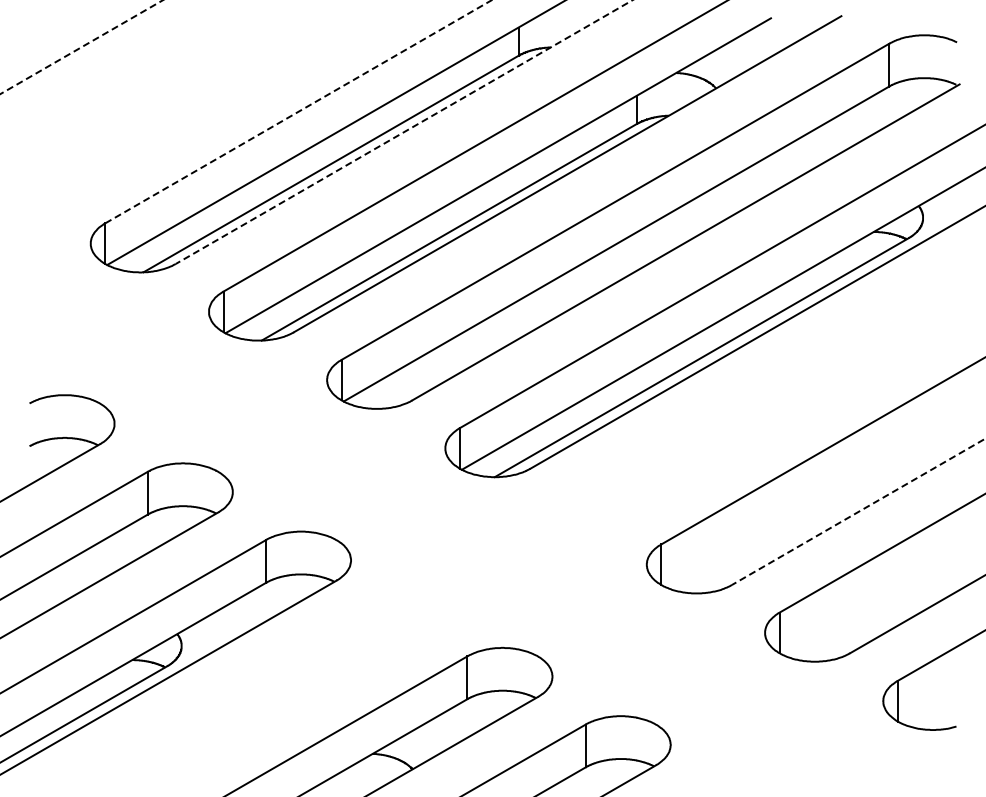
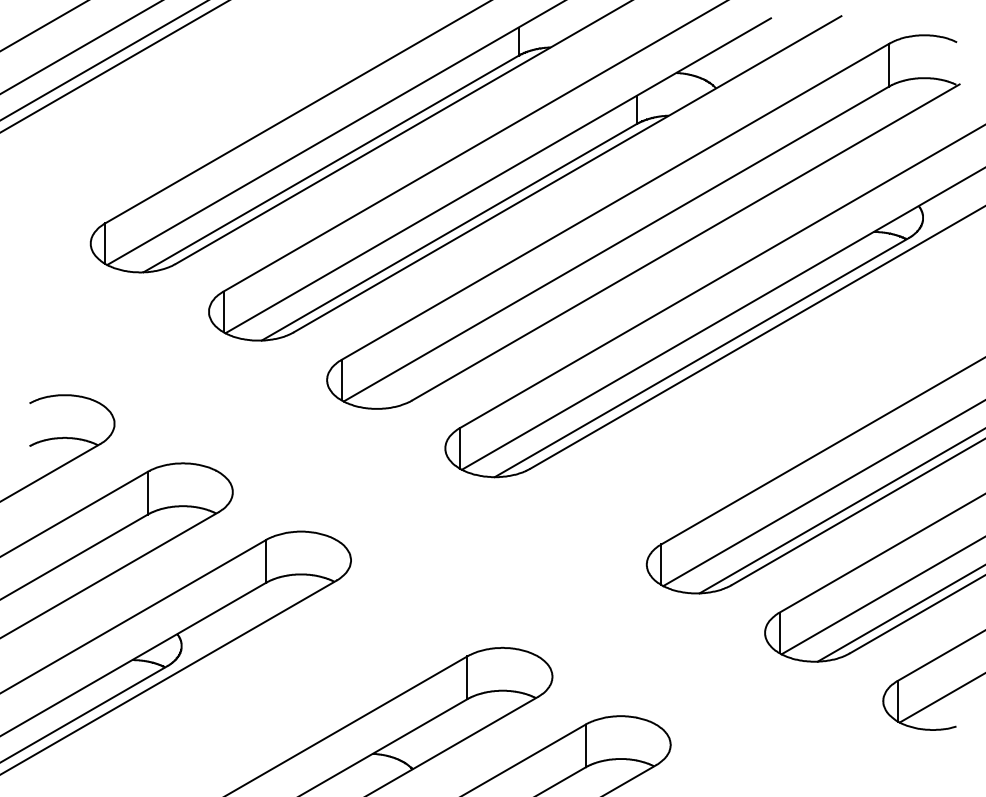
line at (43, 25): none -> present
line at (81, 47): dashed -> solid
line at (103, 60): none -> present
line at (114, 66): none -> present
line at (299, 111): dashed -> solid
line at (404, 132): dashed -> solid
line at (822, 493): none -> present
line at (840, 511): none -> present
line at (858, 512): dashed -> solid
line at (881, 596): none -> present
line at (899, 613): none -> present
line at (940, 698): none -> present
